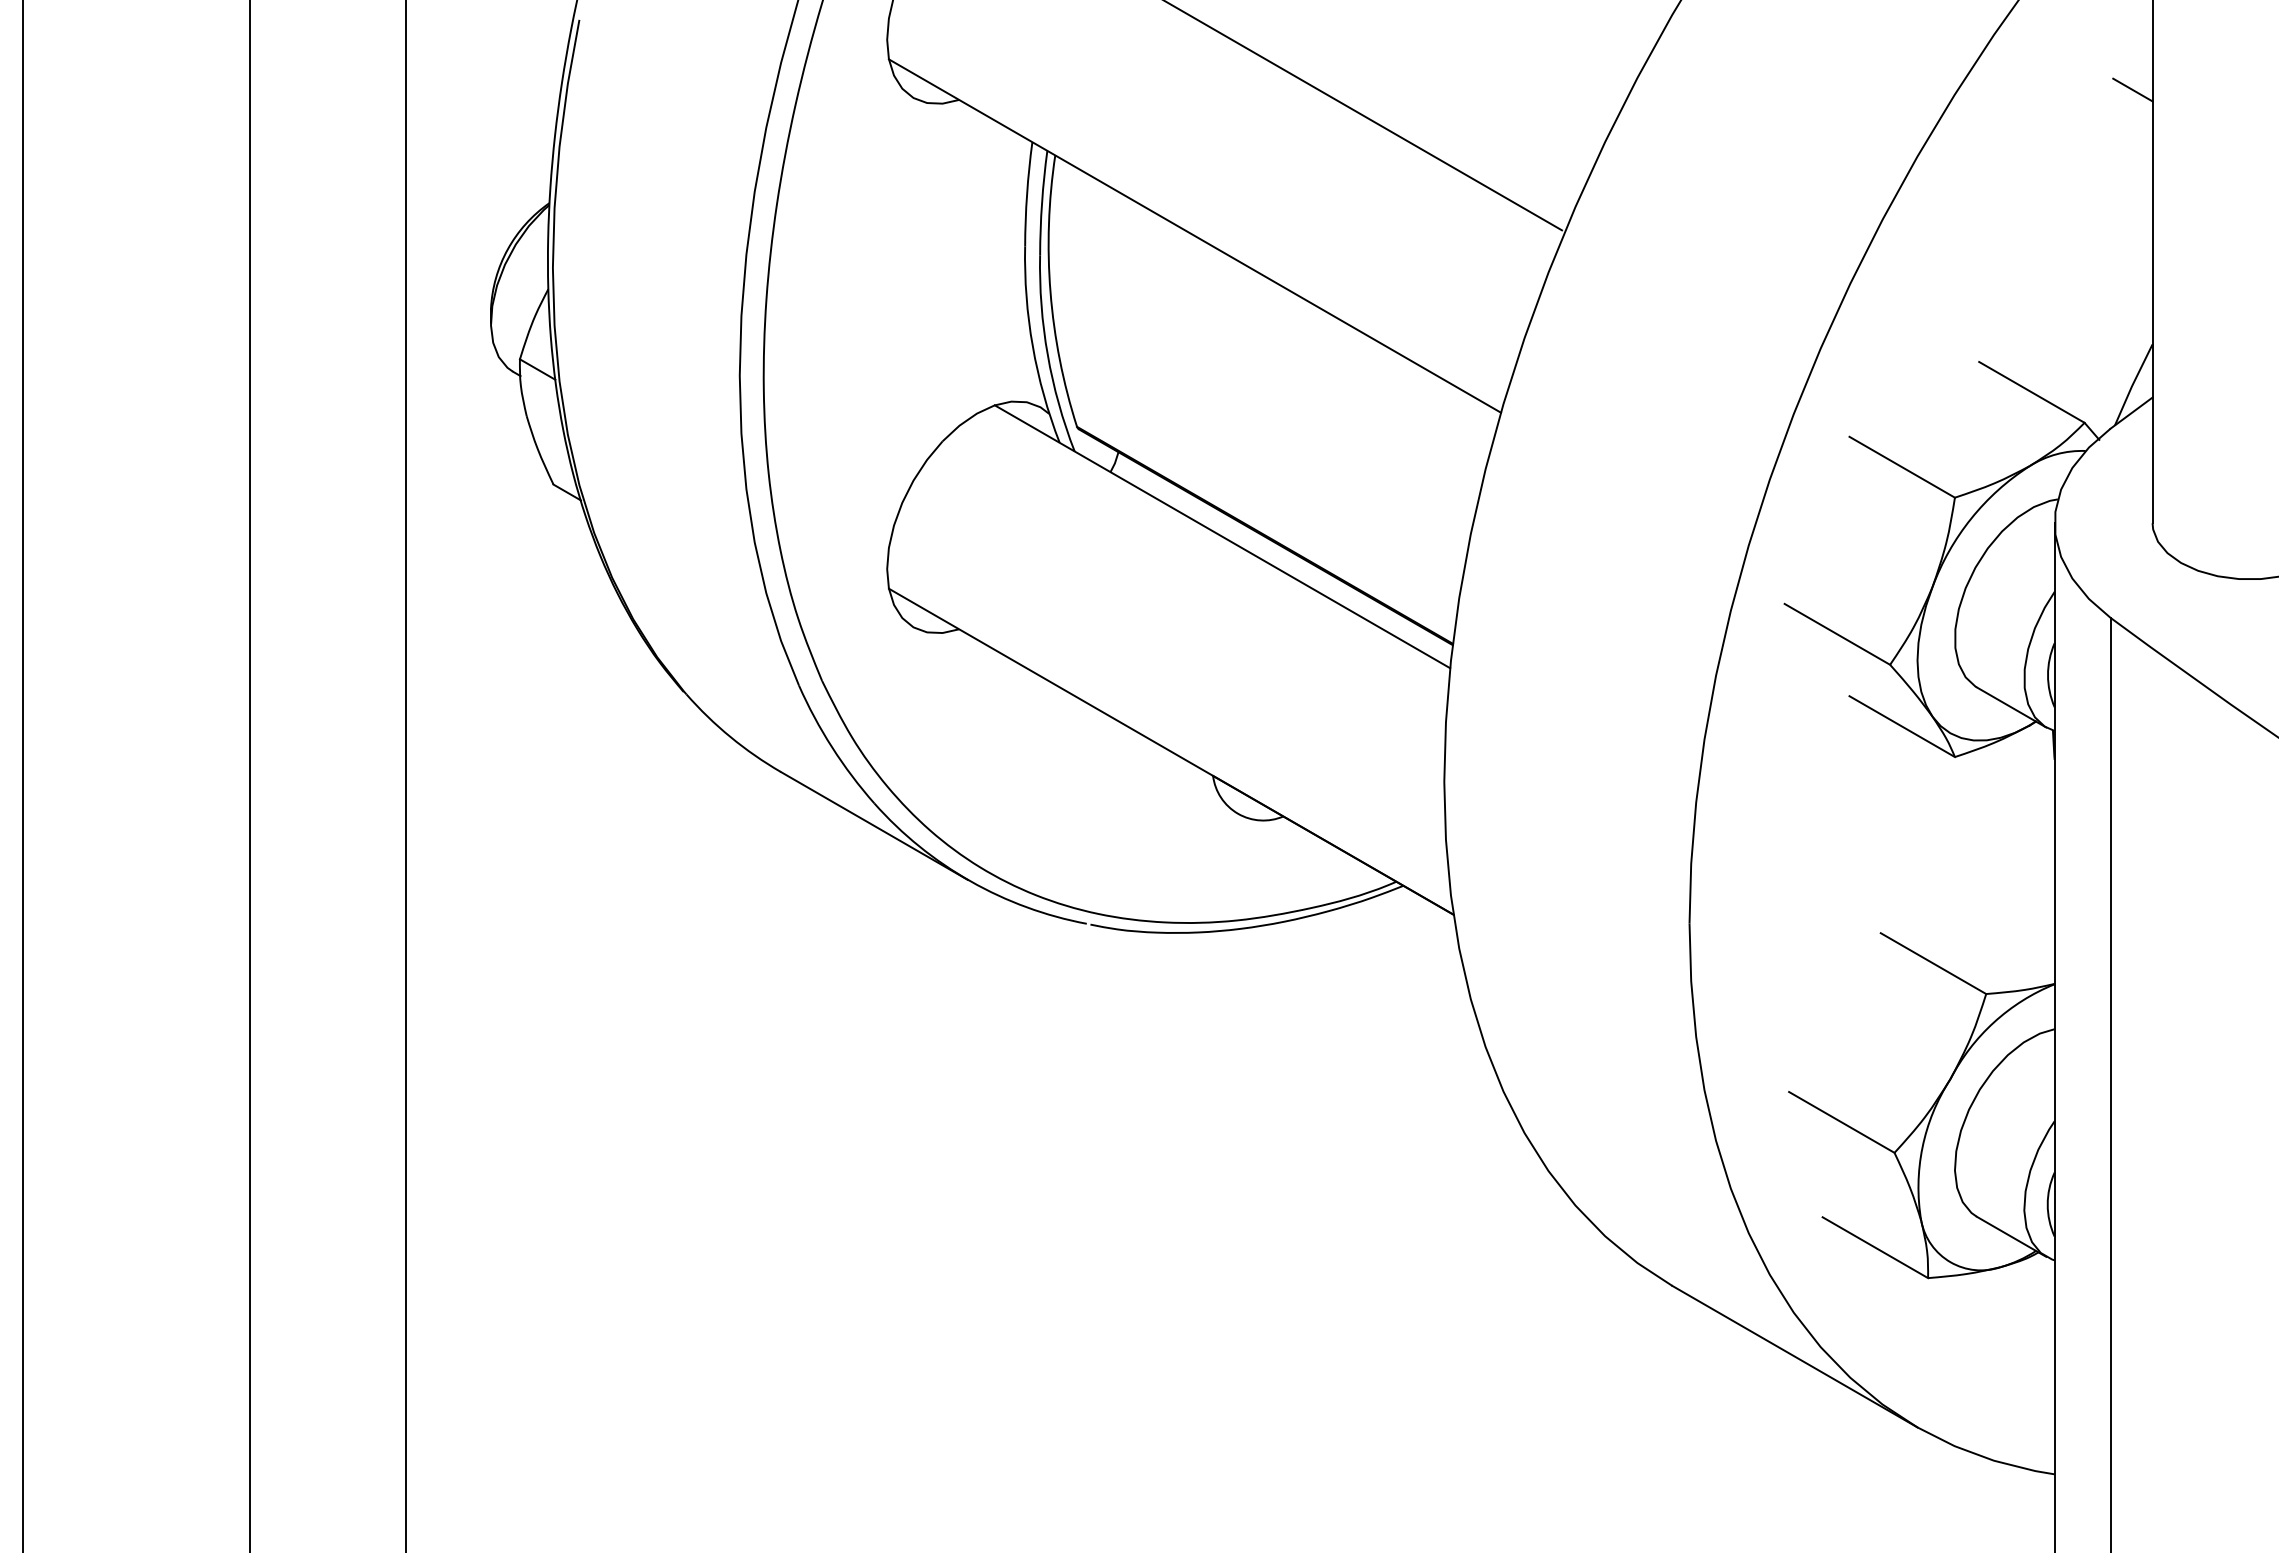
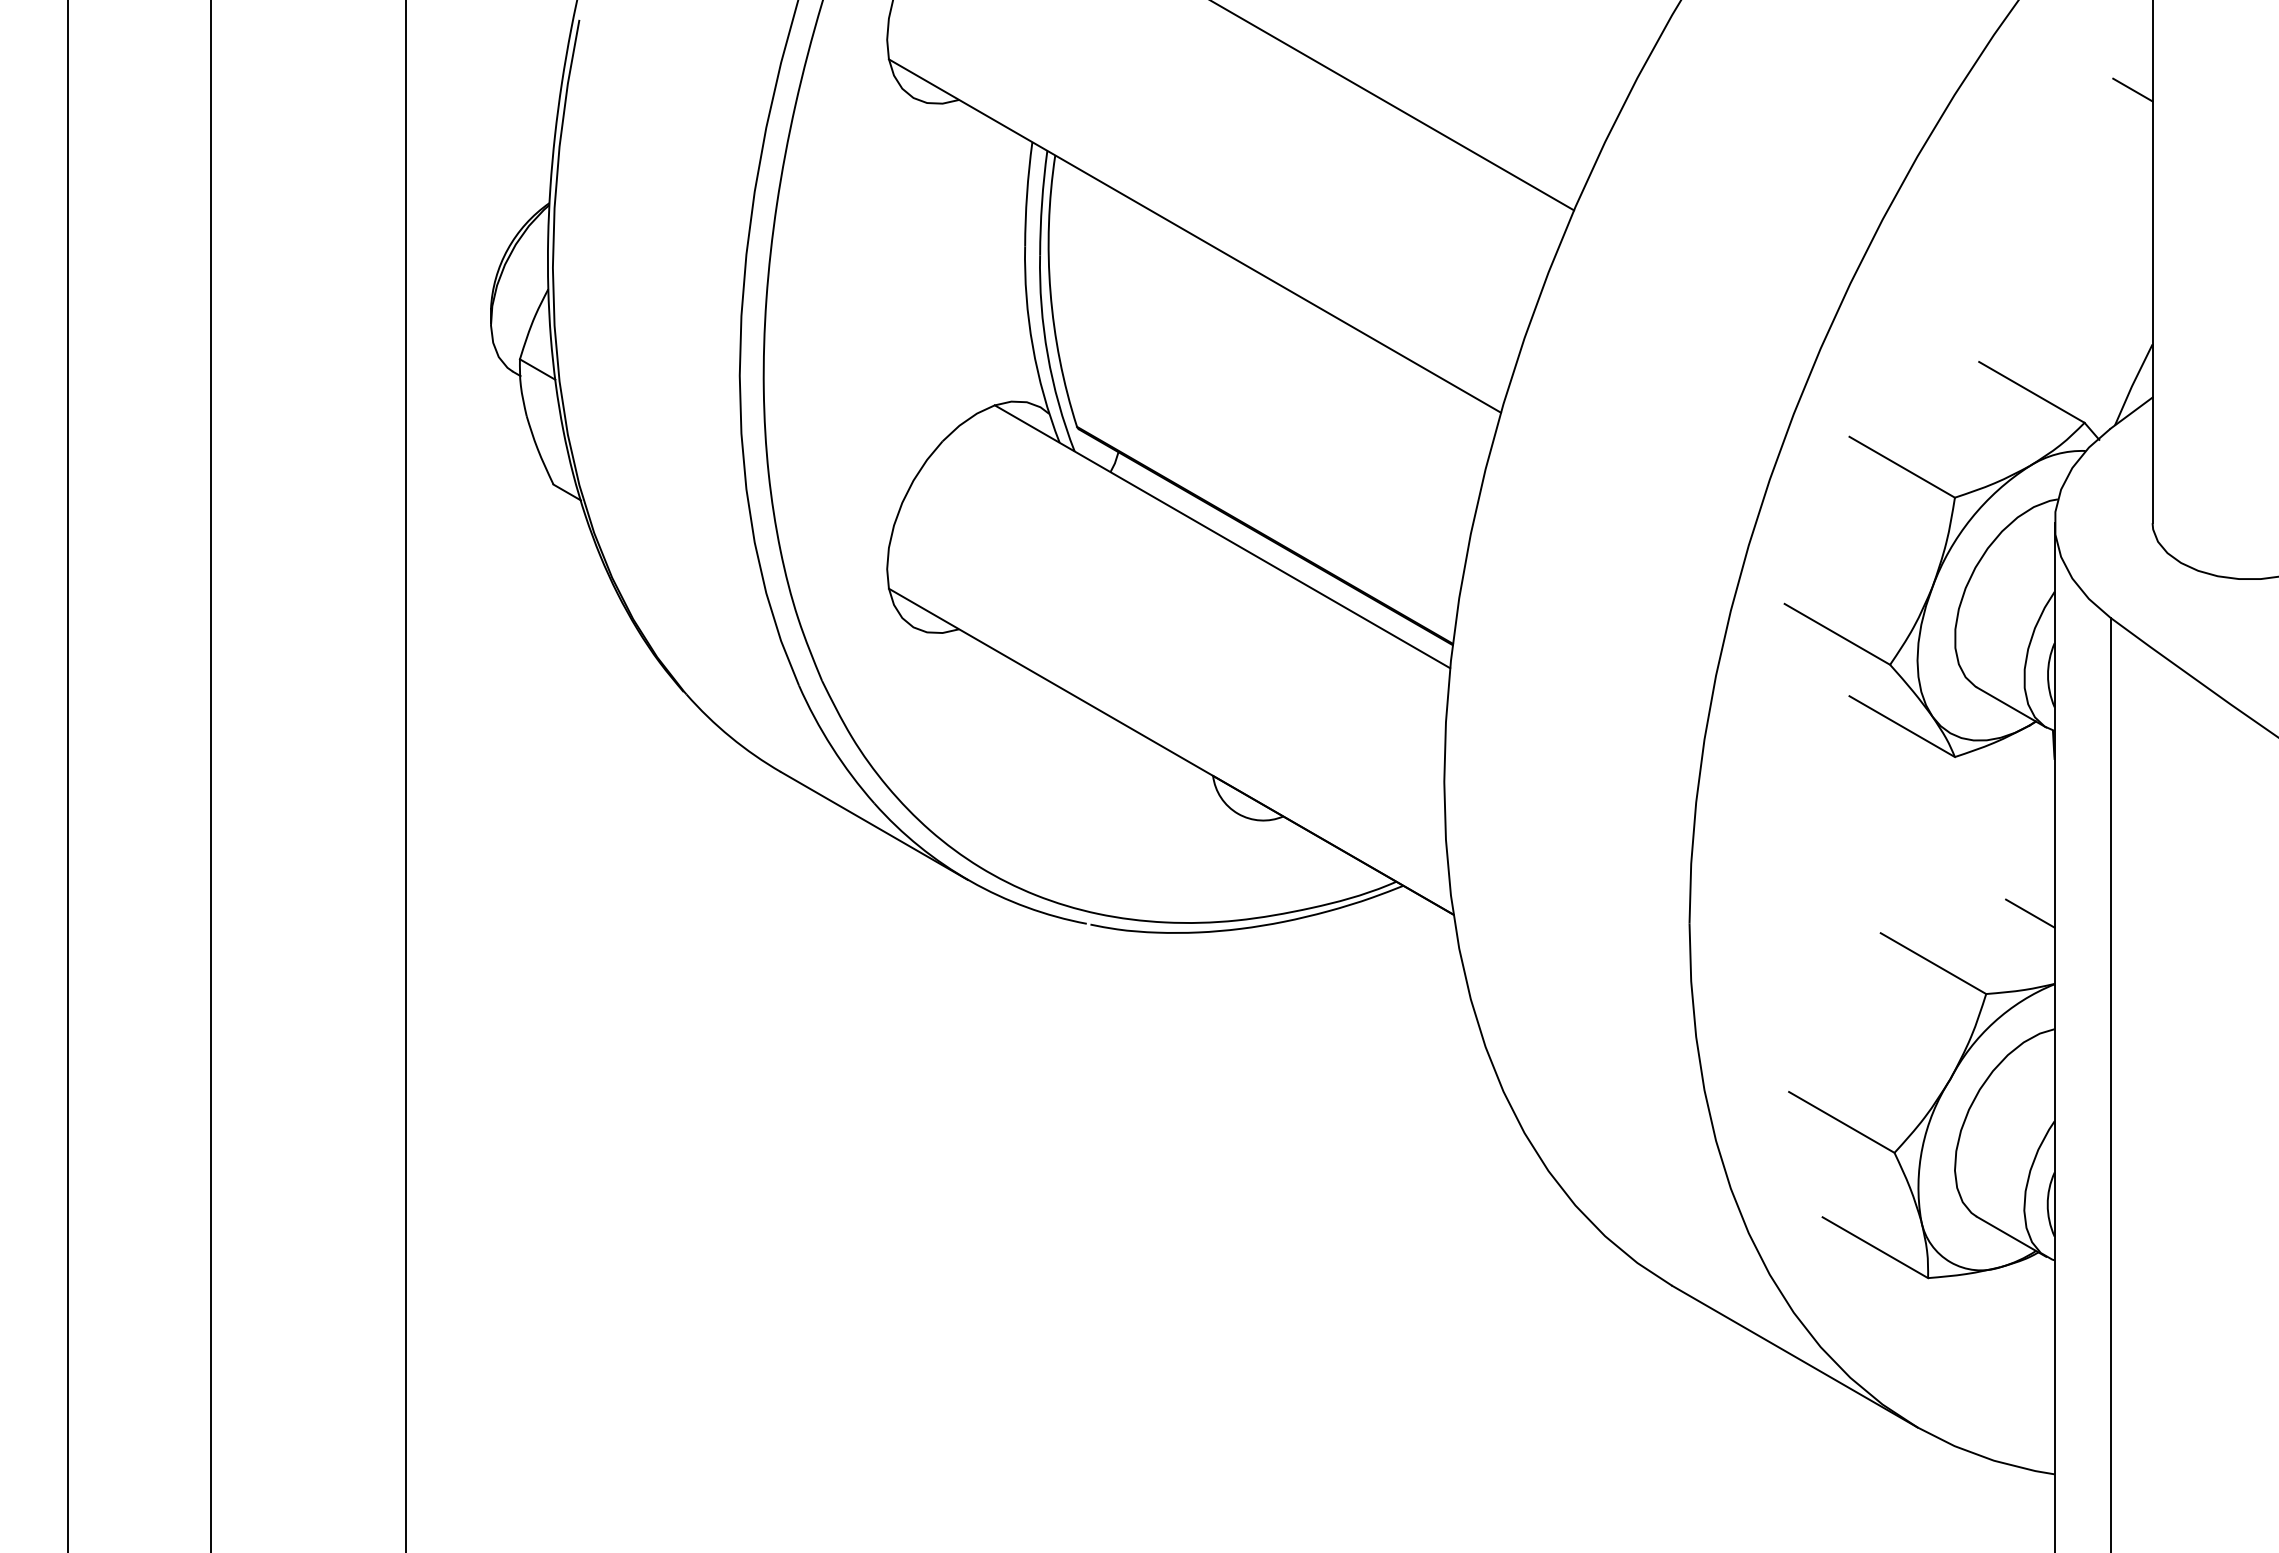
line at (1364, 116) position: (1364, 116) -> (1393, 106)
line at (23, 775) position: (23, 775) -> (68, 775)
line at (250, 775) position: (250, 775) -> (211, 775)
line at (2030, 913): none -> present
